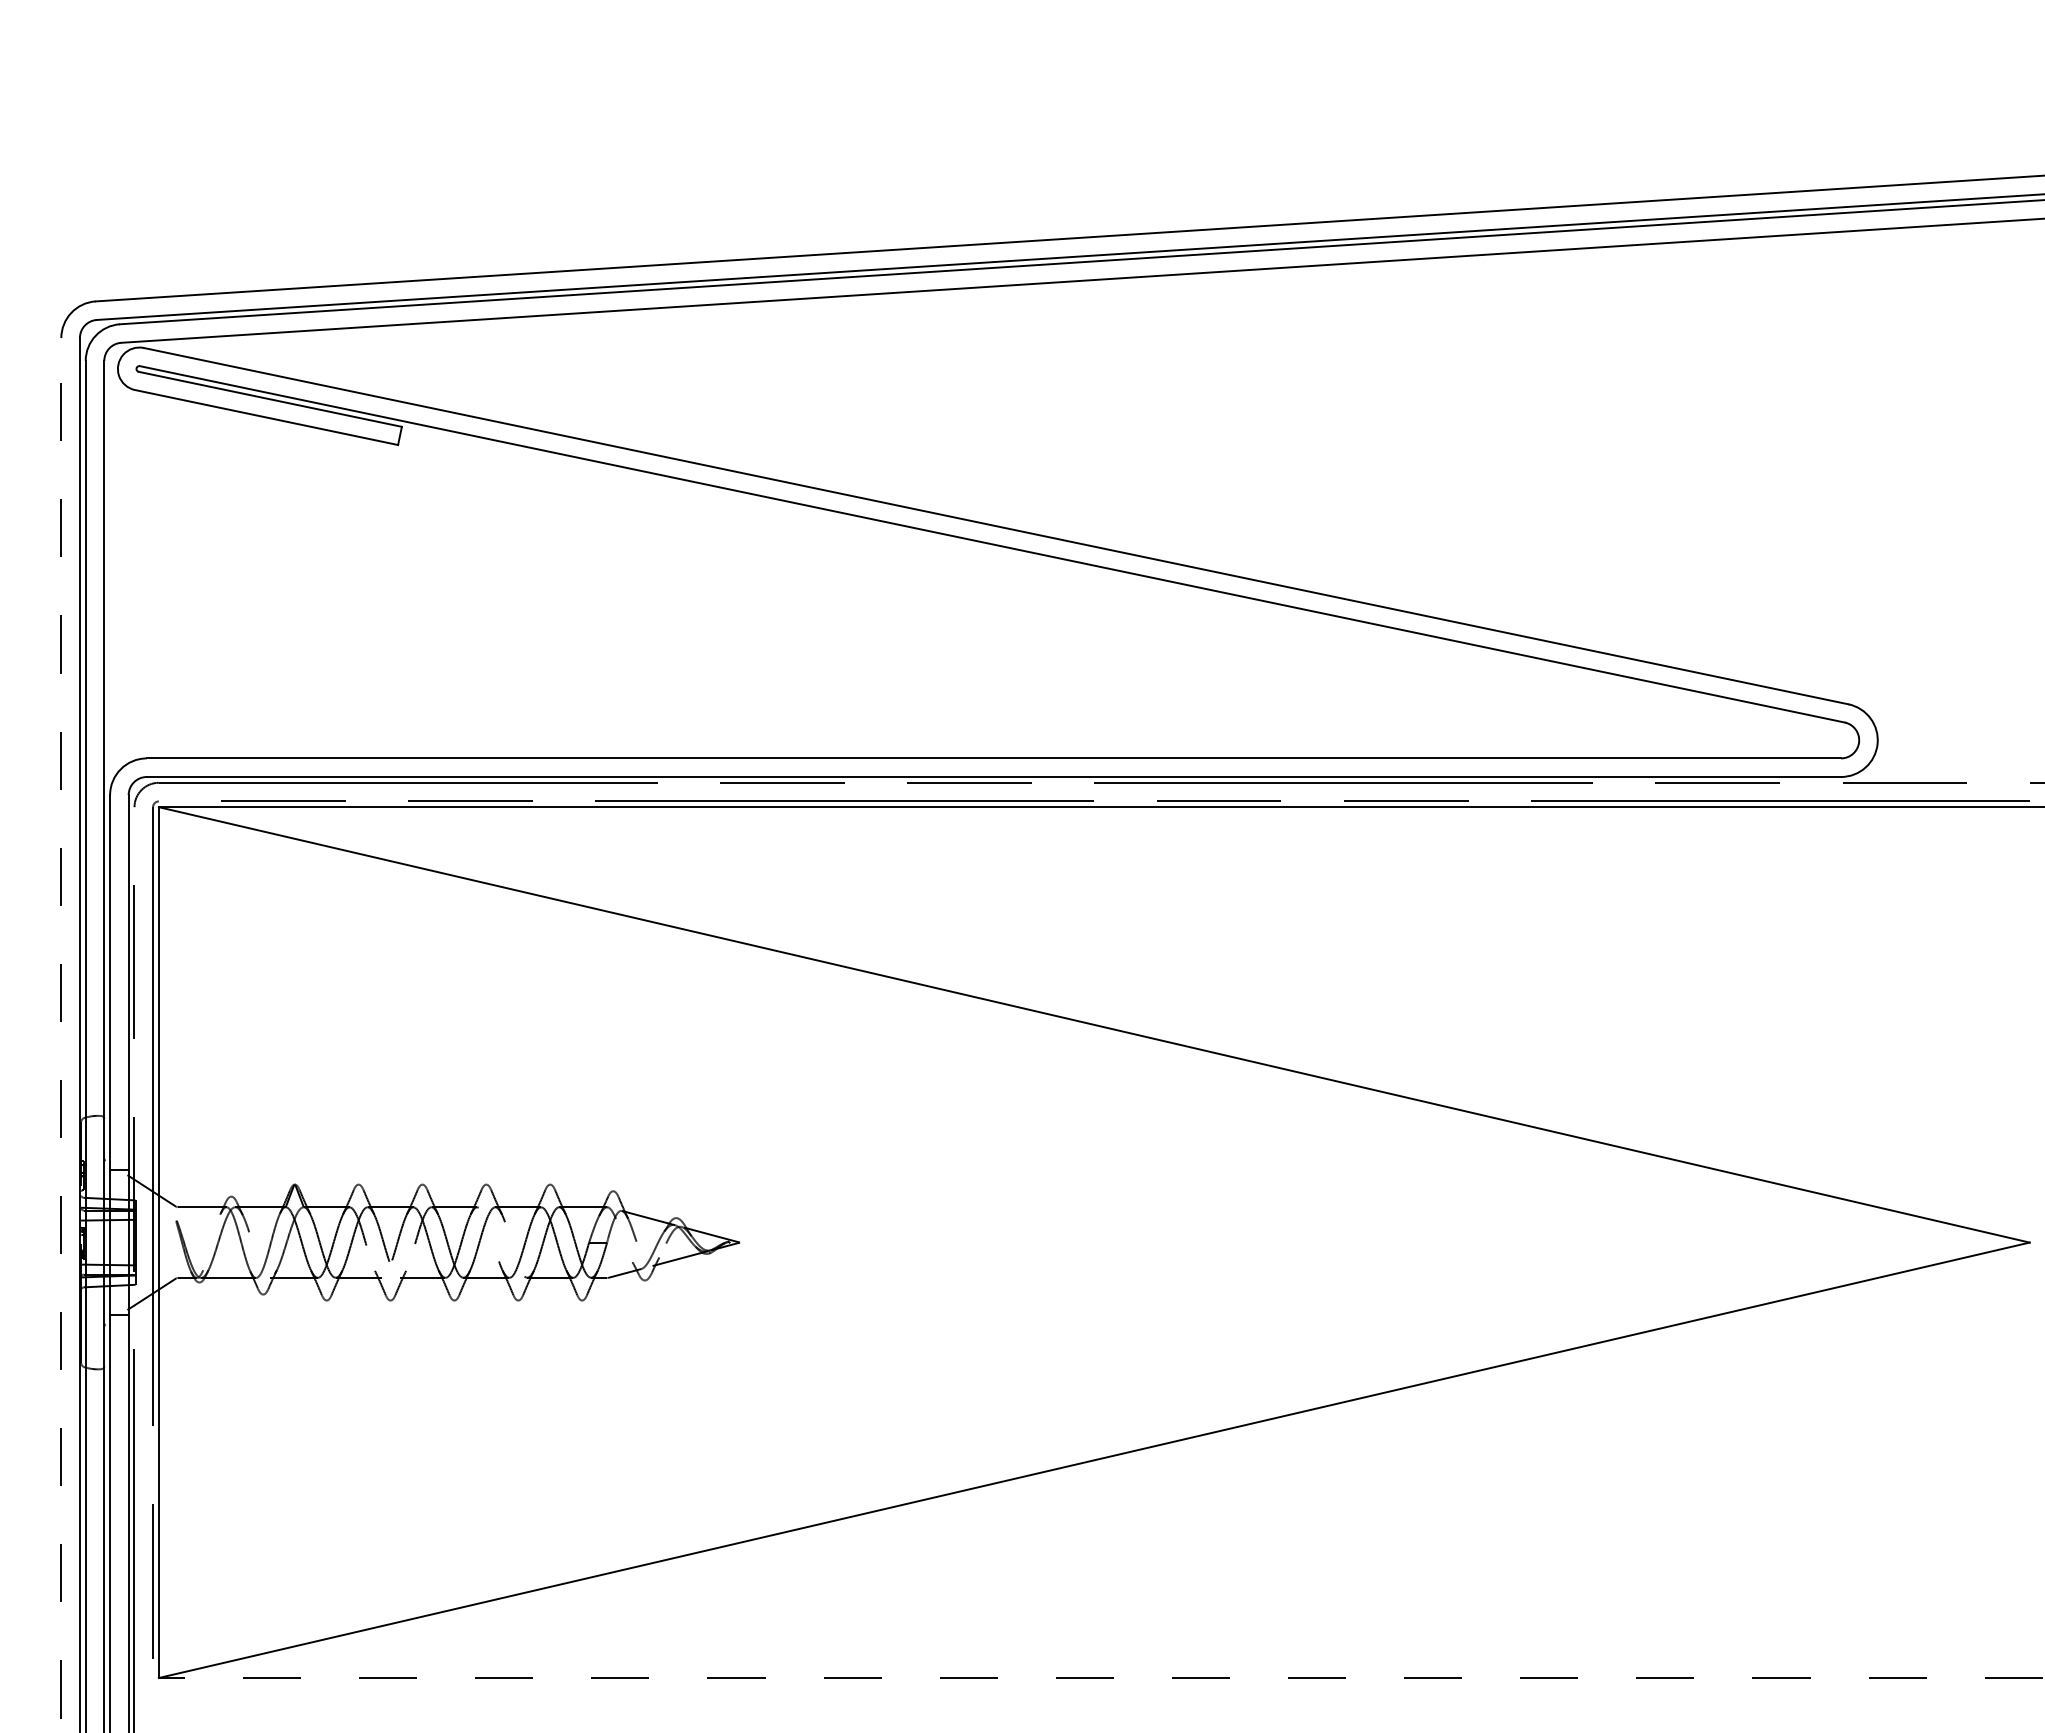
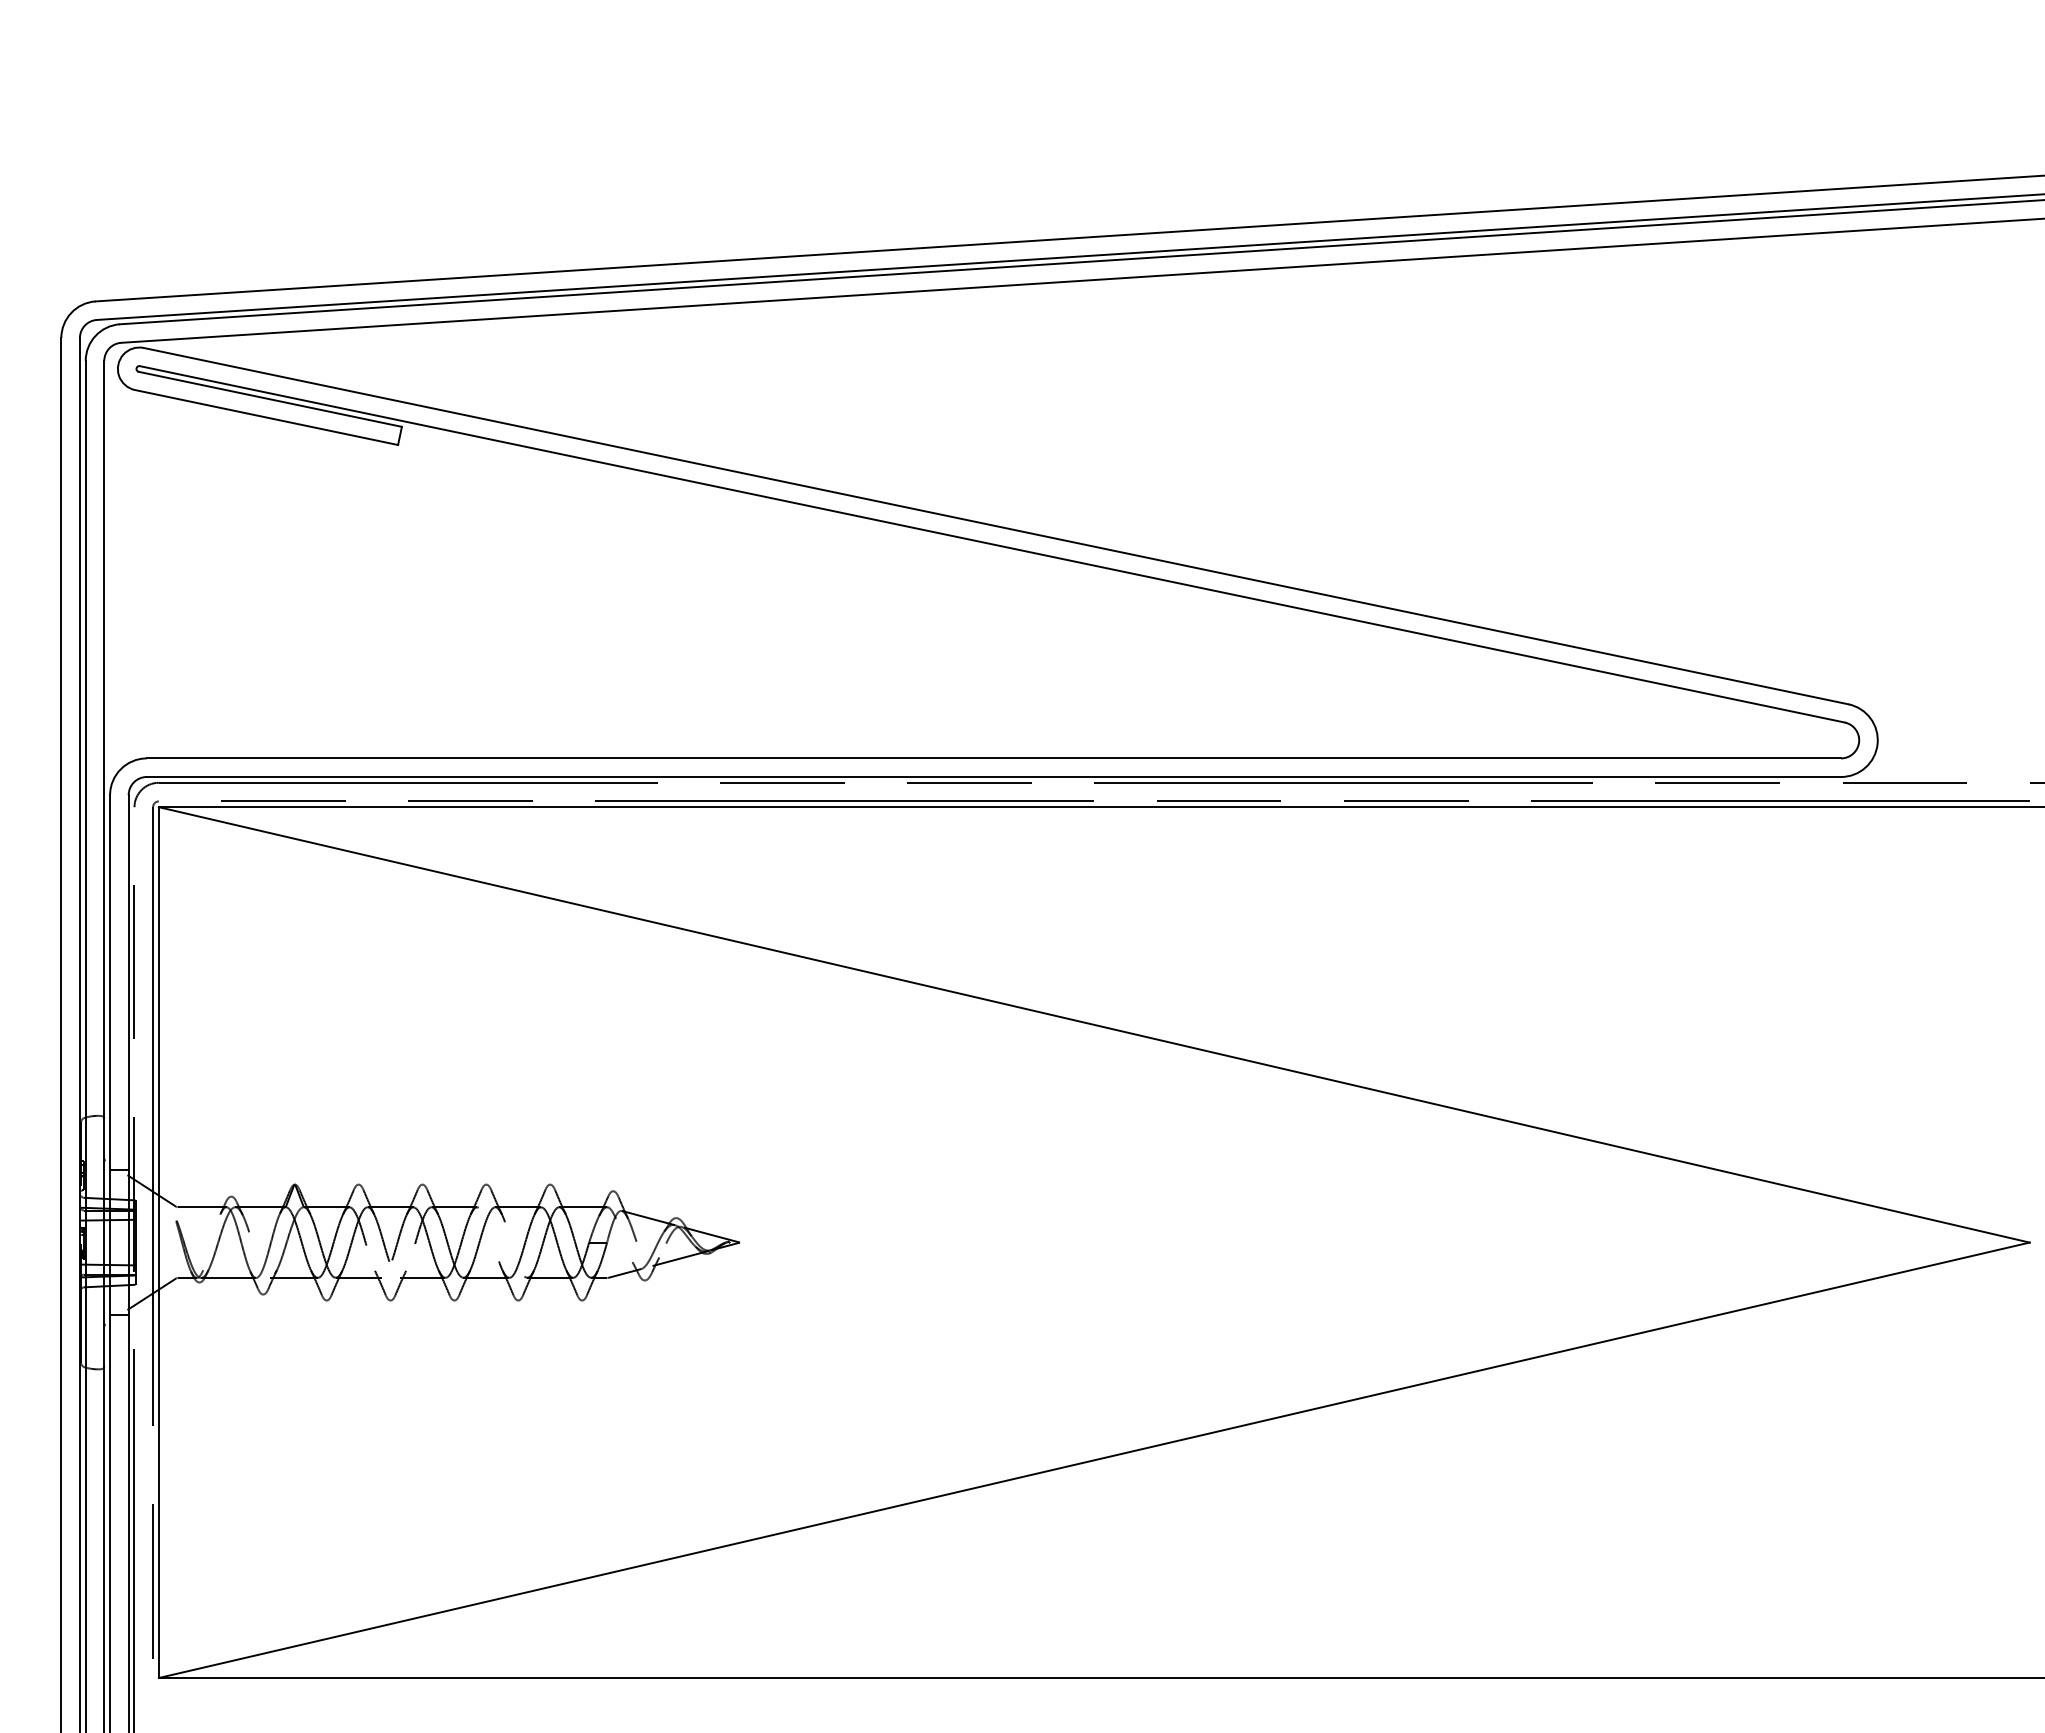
line at (61, 1035): dashed -> solid
line at (1101, 1678): dashed -> solid
